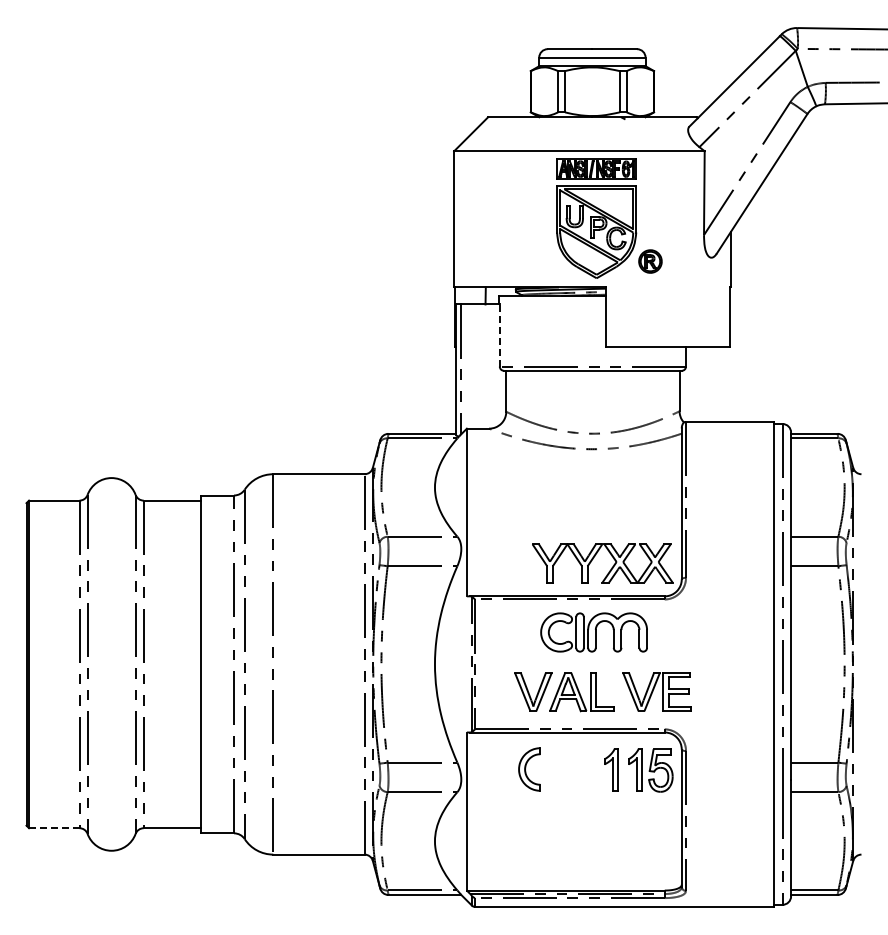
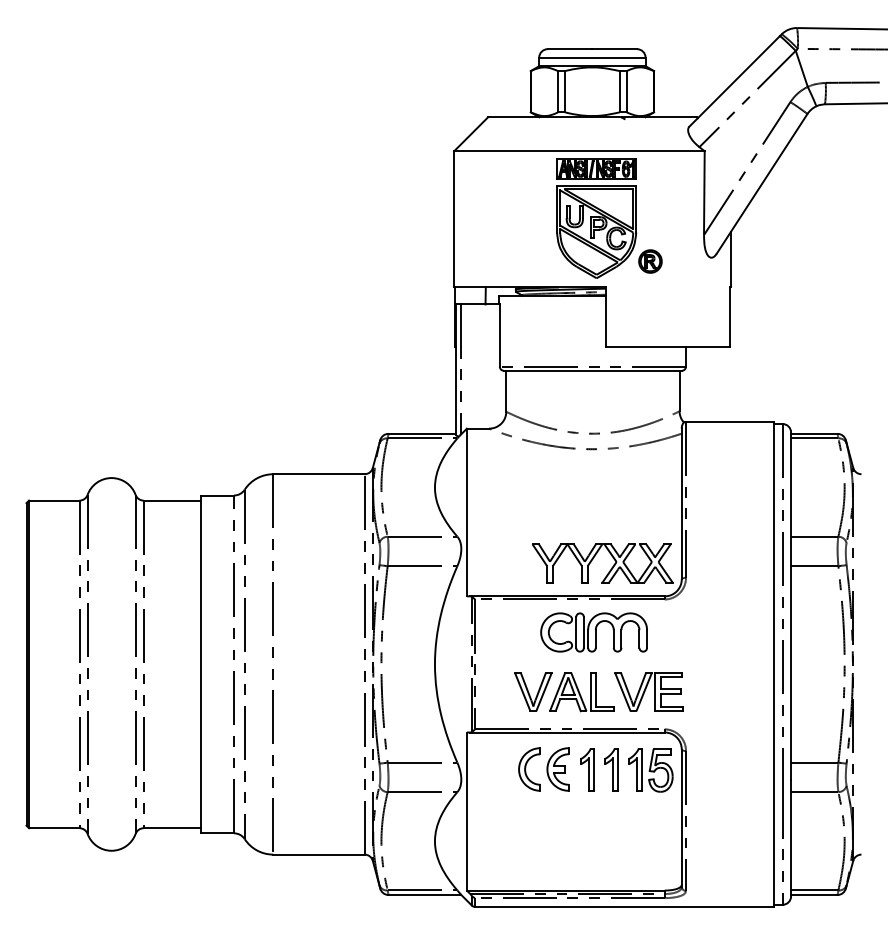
line at (499, 335): dashed -> solid
part at (656, 691) position: (656, 691) -> (648, 691)
part at (557, 769): none -> present
part at (587, 769): none -> present
line at (54, 828): dashed -> solid
